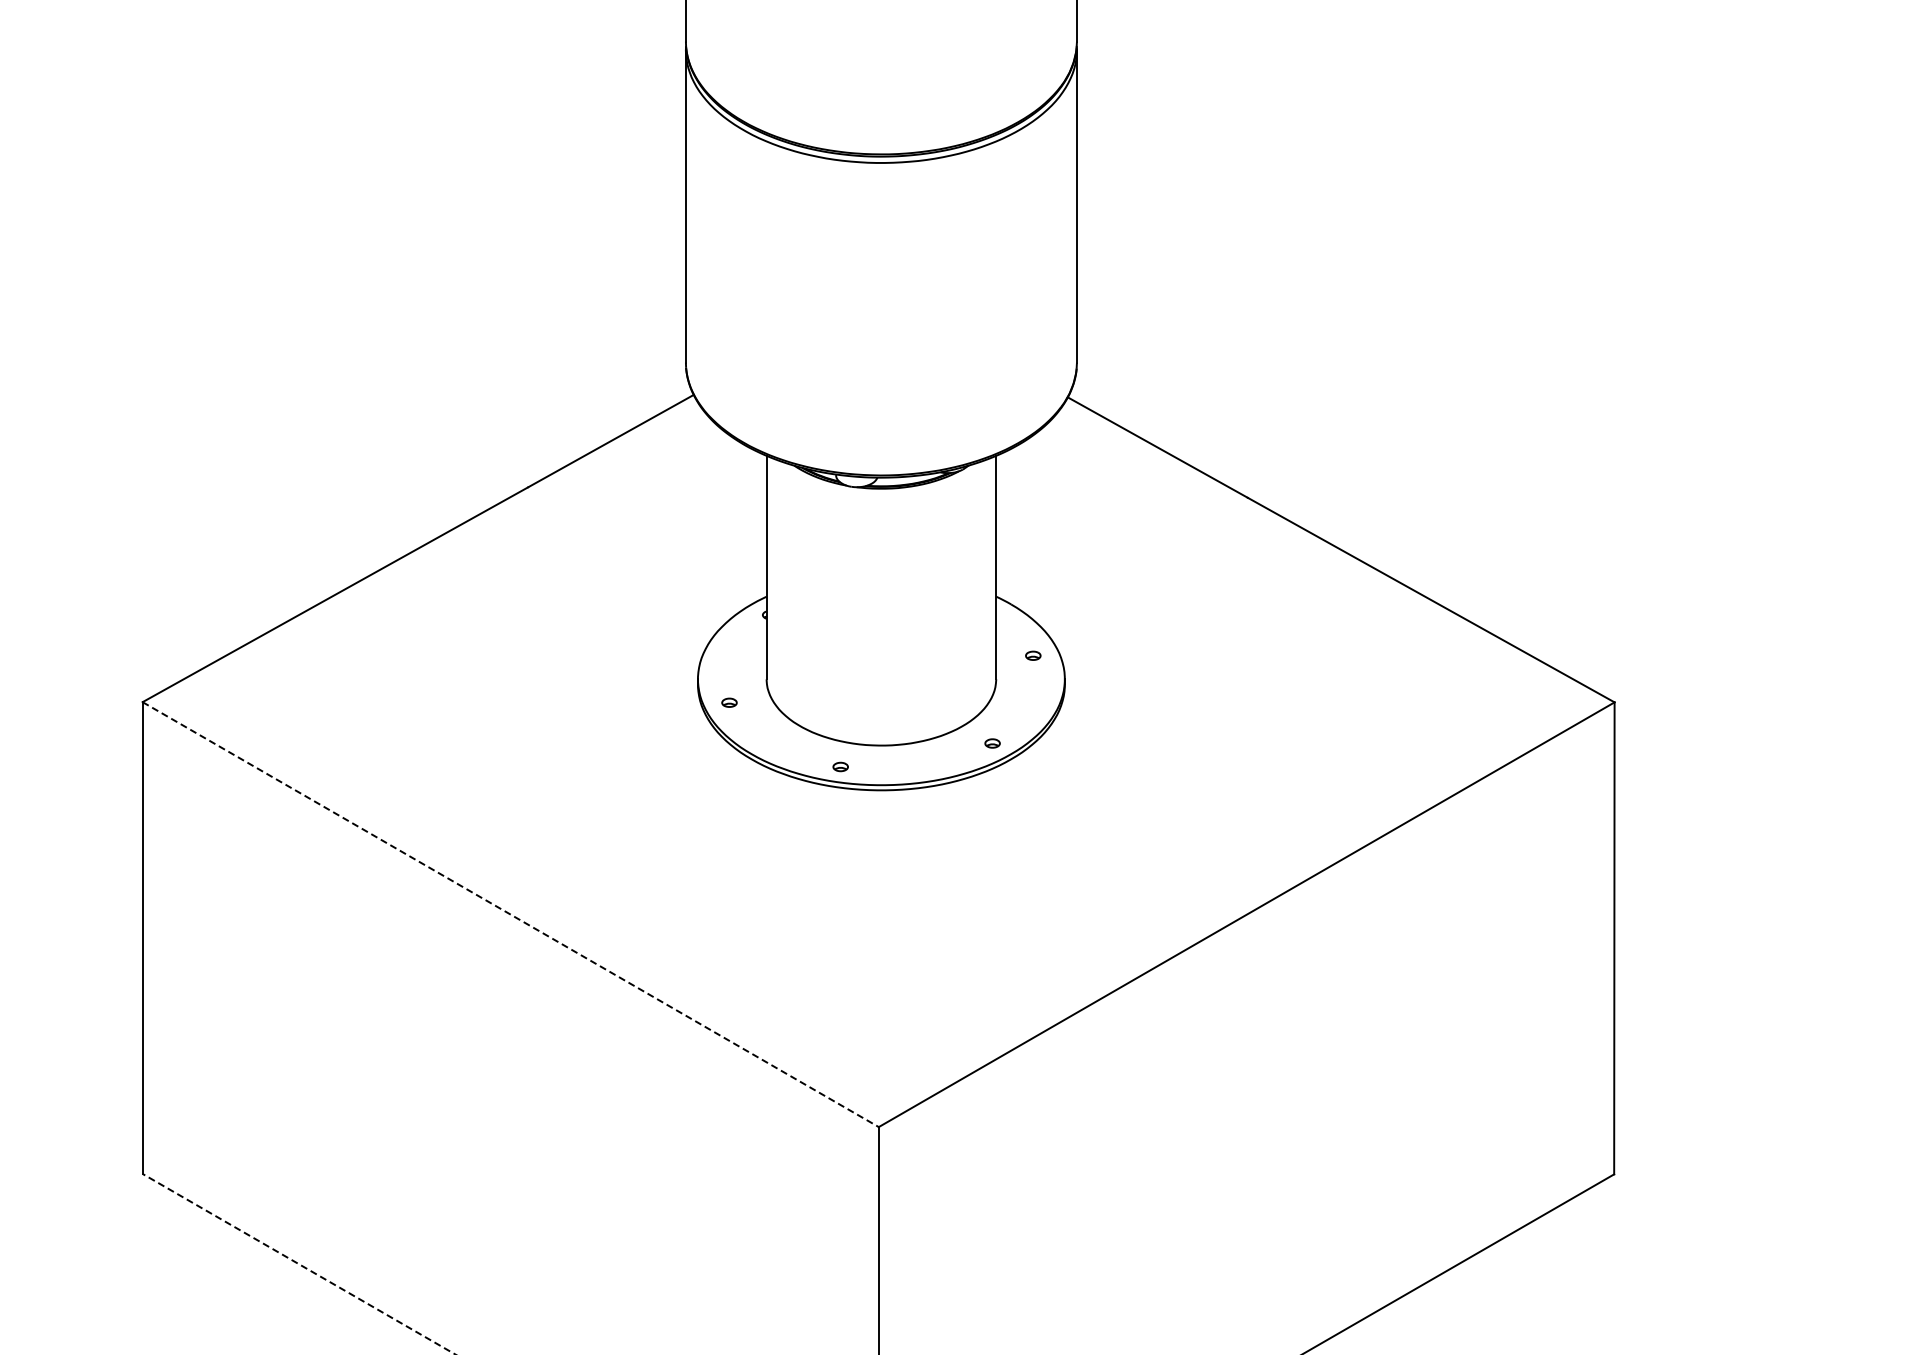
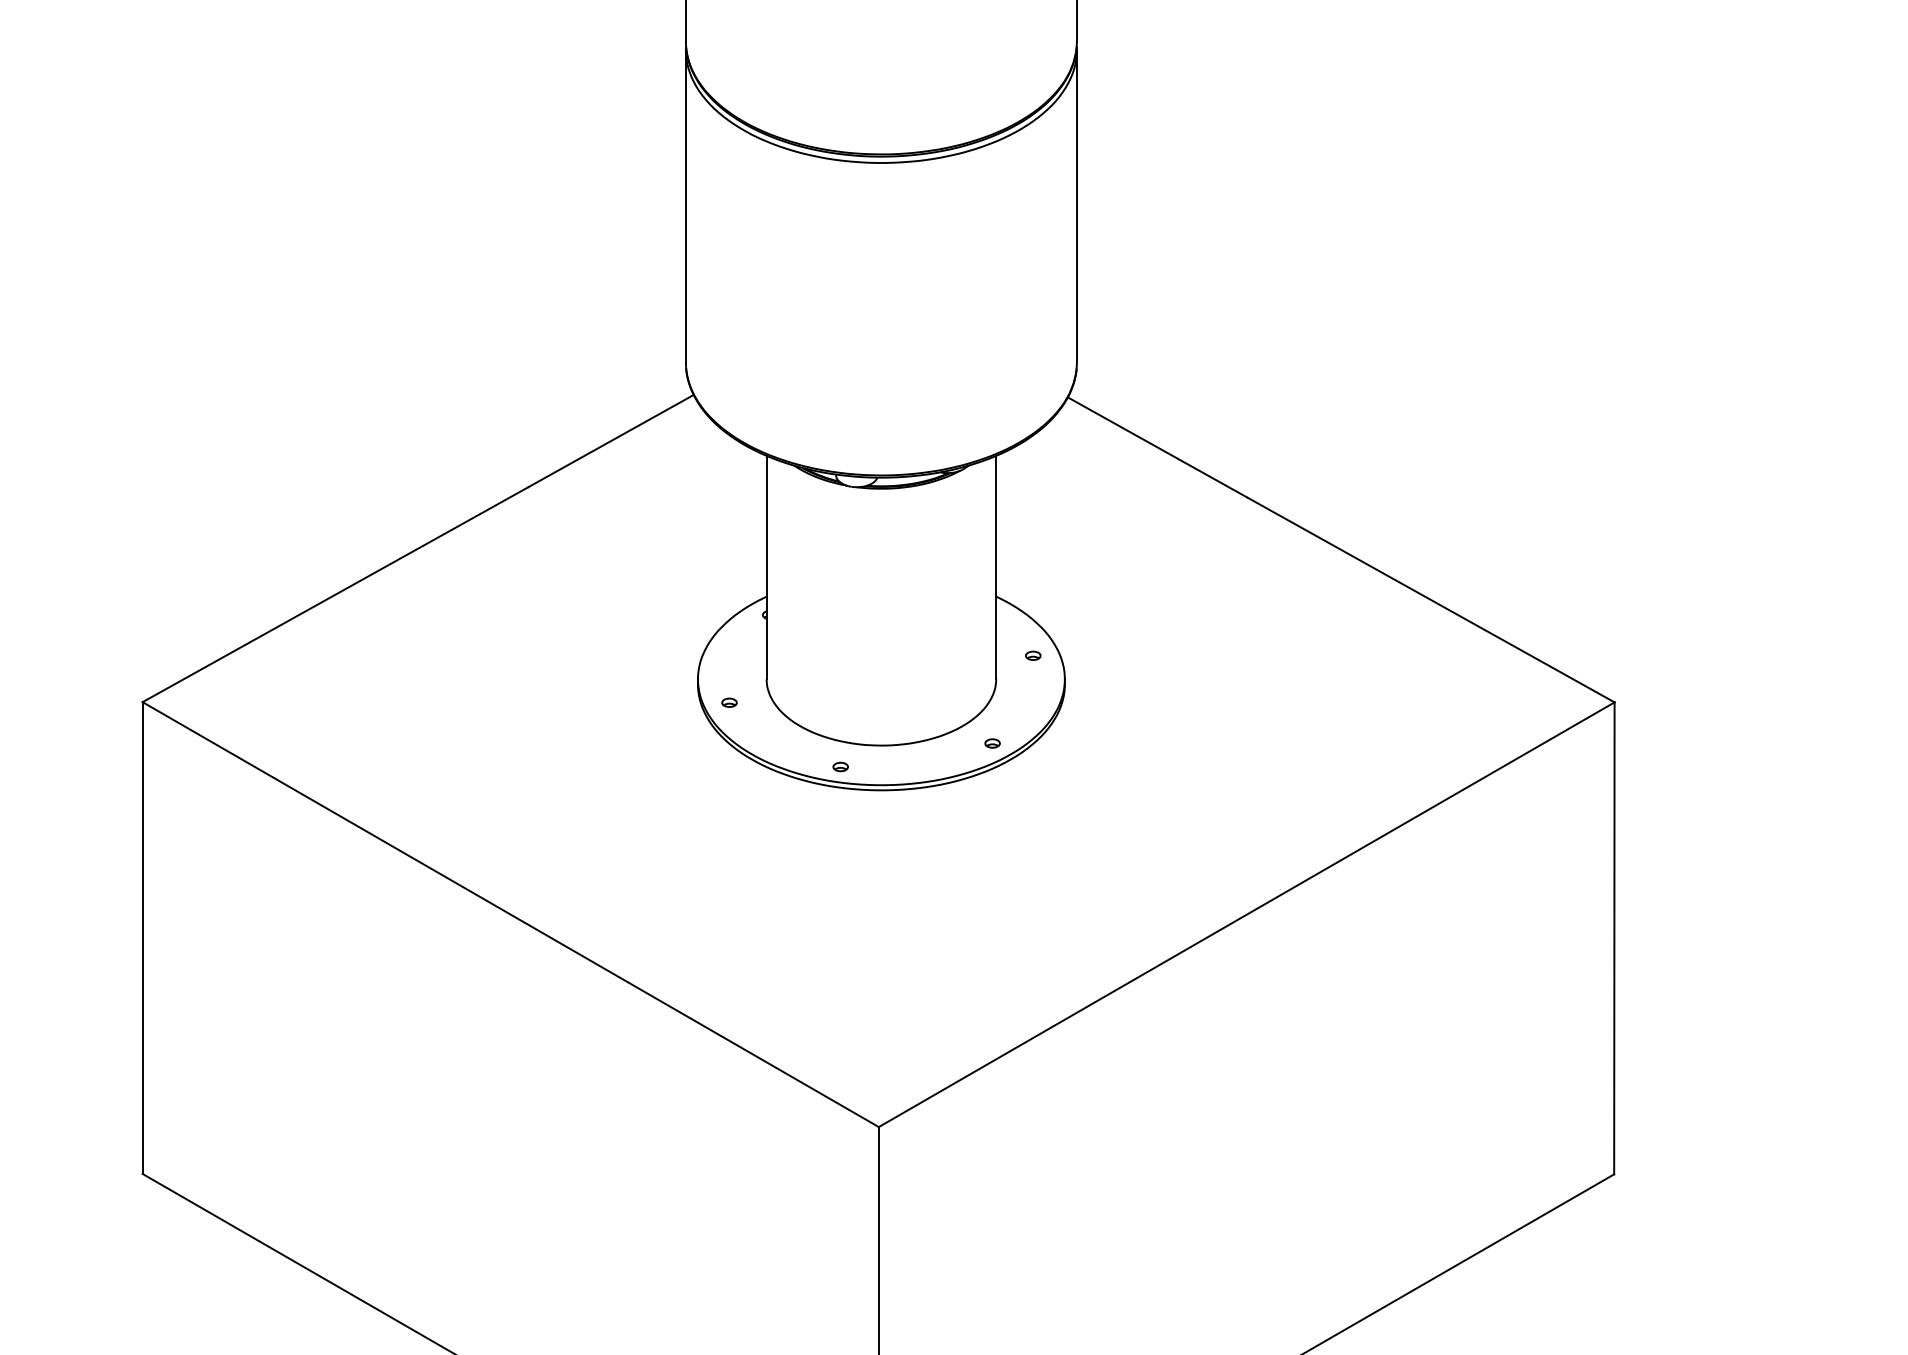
line at (511, 914): dashed -> solid
line at (299, 1264): dashed -> solid
